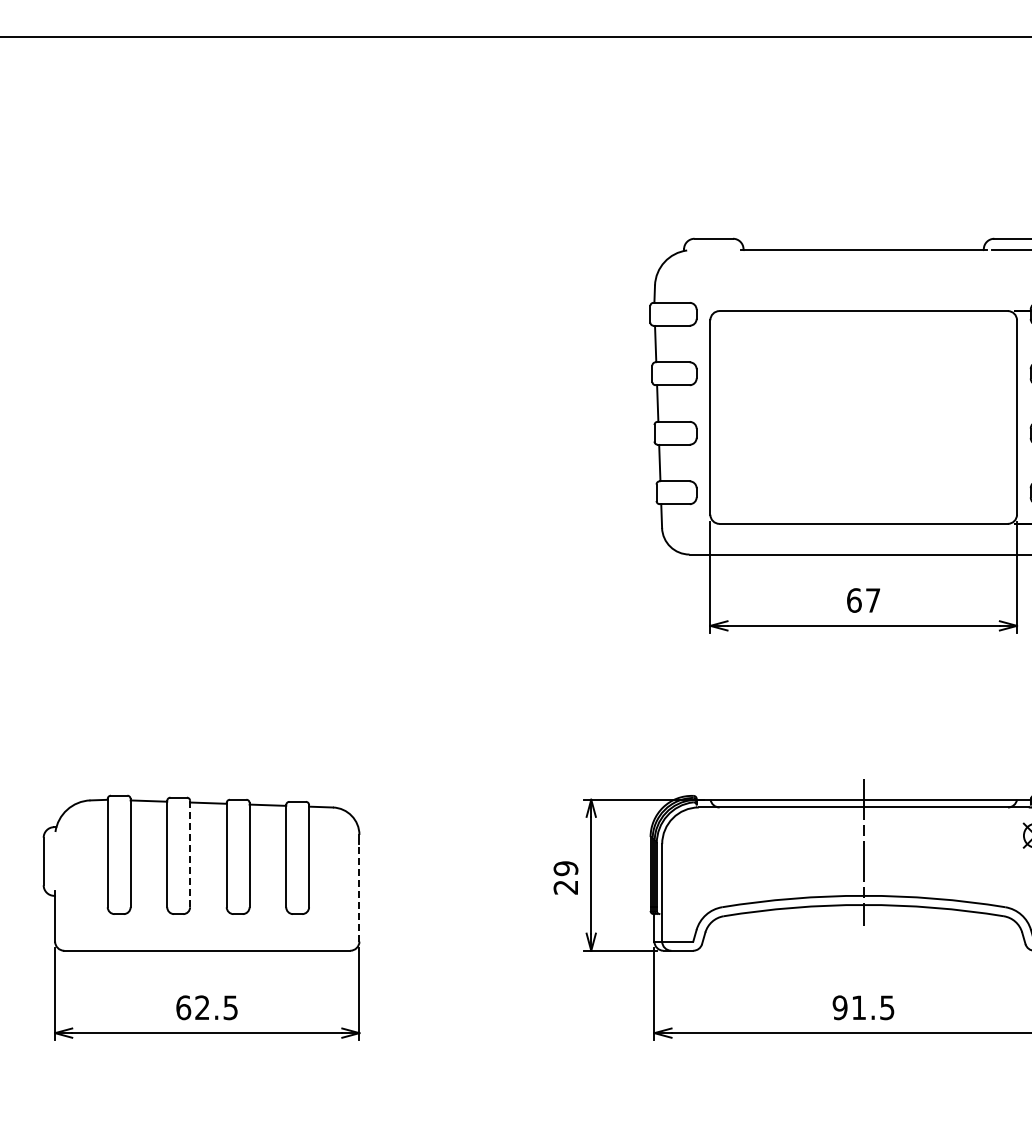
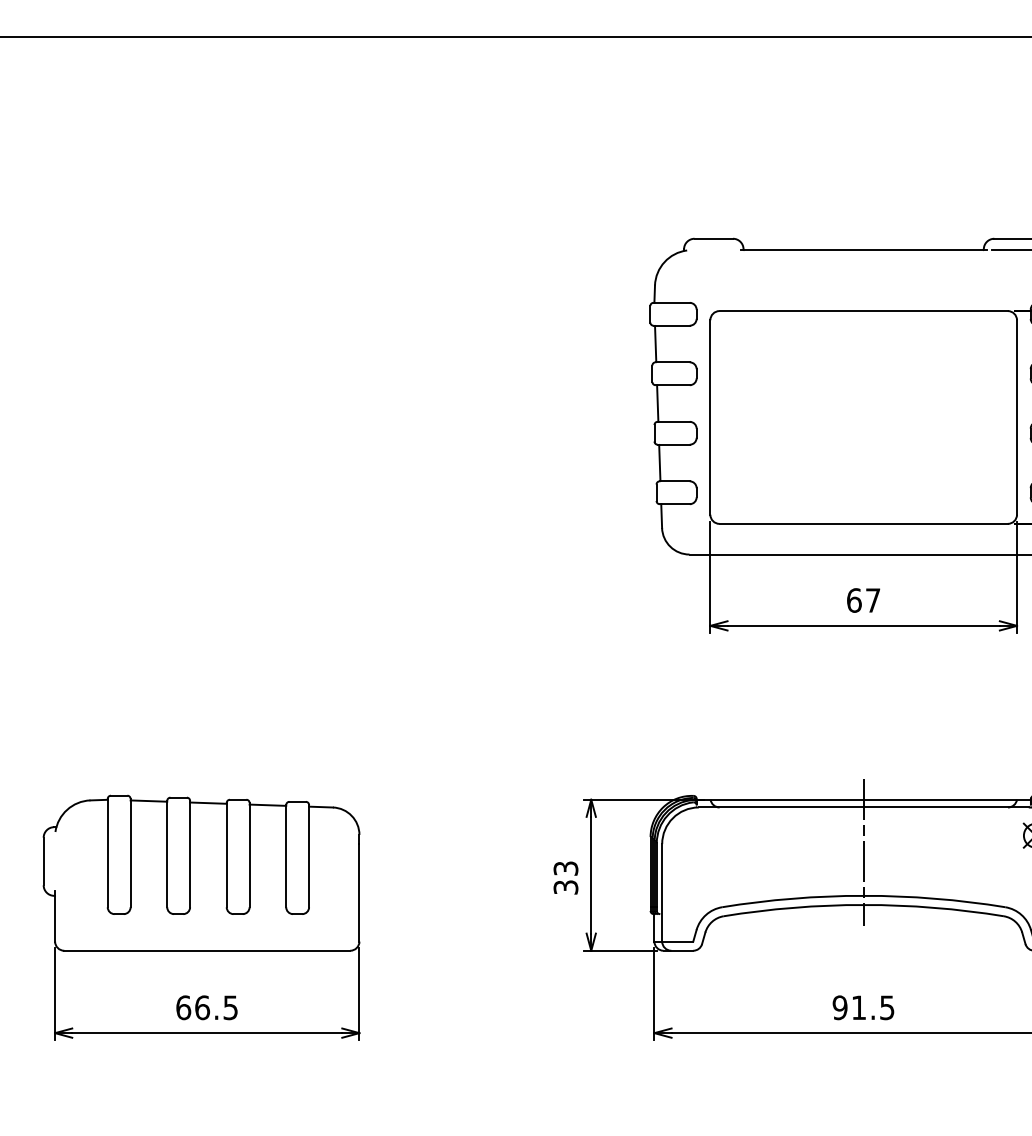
line at (190, 854): dashed -> solid
text at (565, 877): 29 -> 33
line at (359, 892): dashed -> solid
text at (202, 1007): 62.5 -> 66.5
